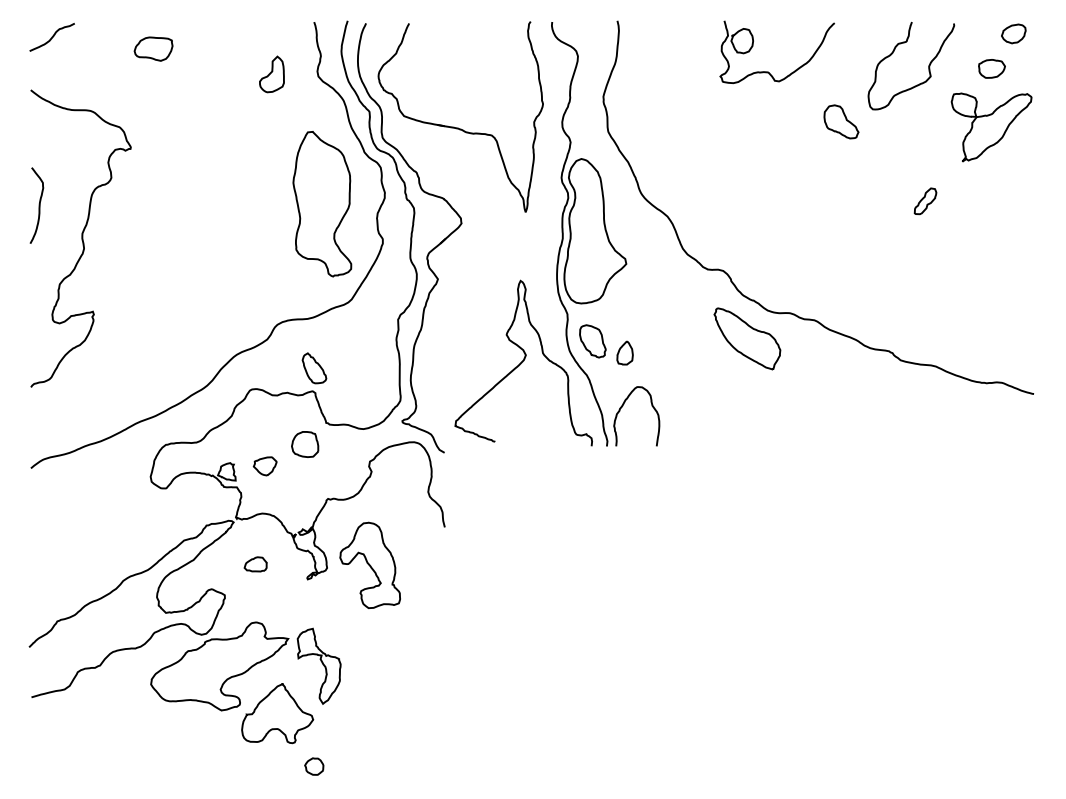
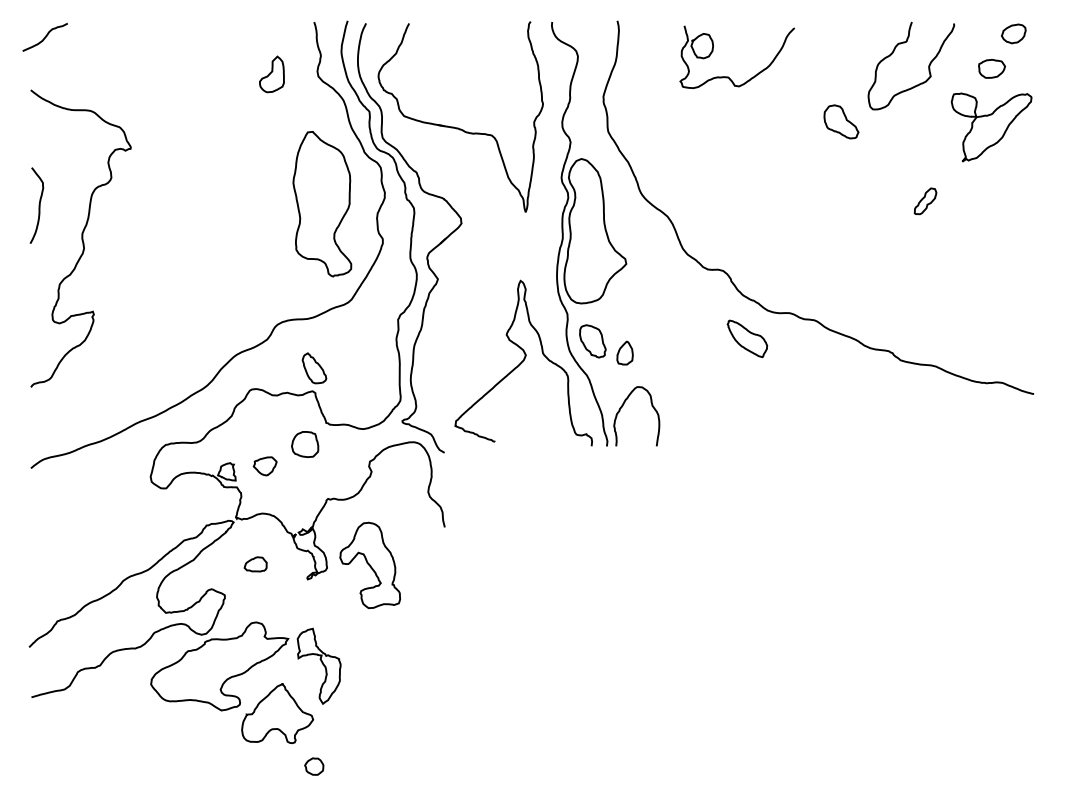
curve at (51, 37) position: (51, 37) -> (44, 37)
part at (153, 48): present -> none
part at (768, 71) position: (768, 71) -> (728, 76)
part at (747, 338) size: 69x64 px -> 43x40 px
